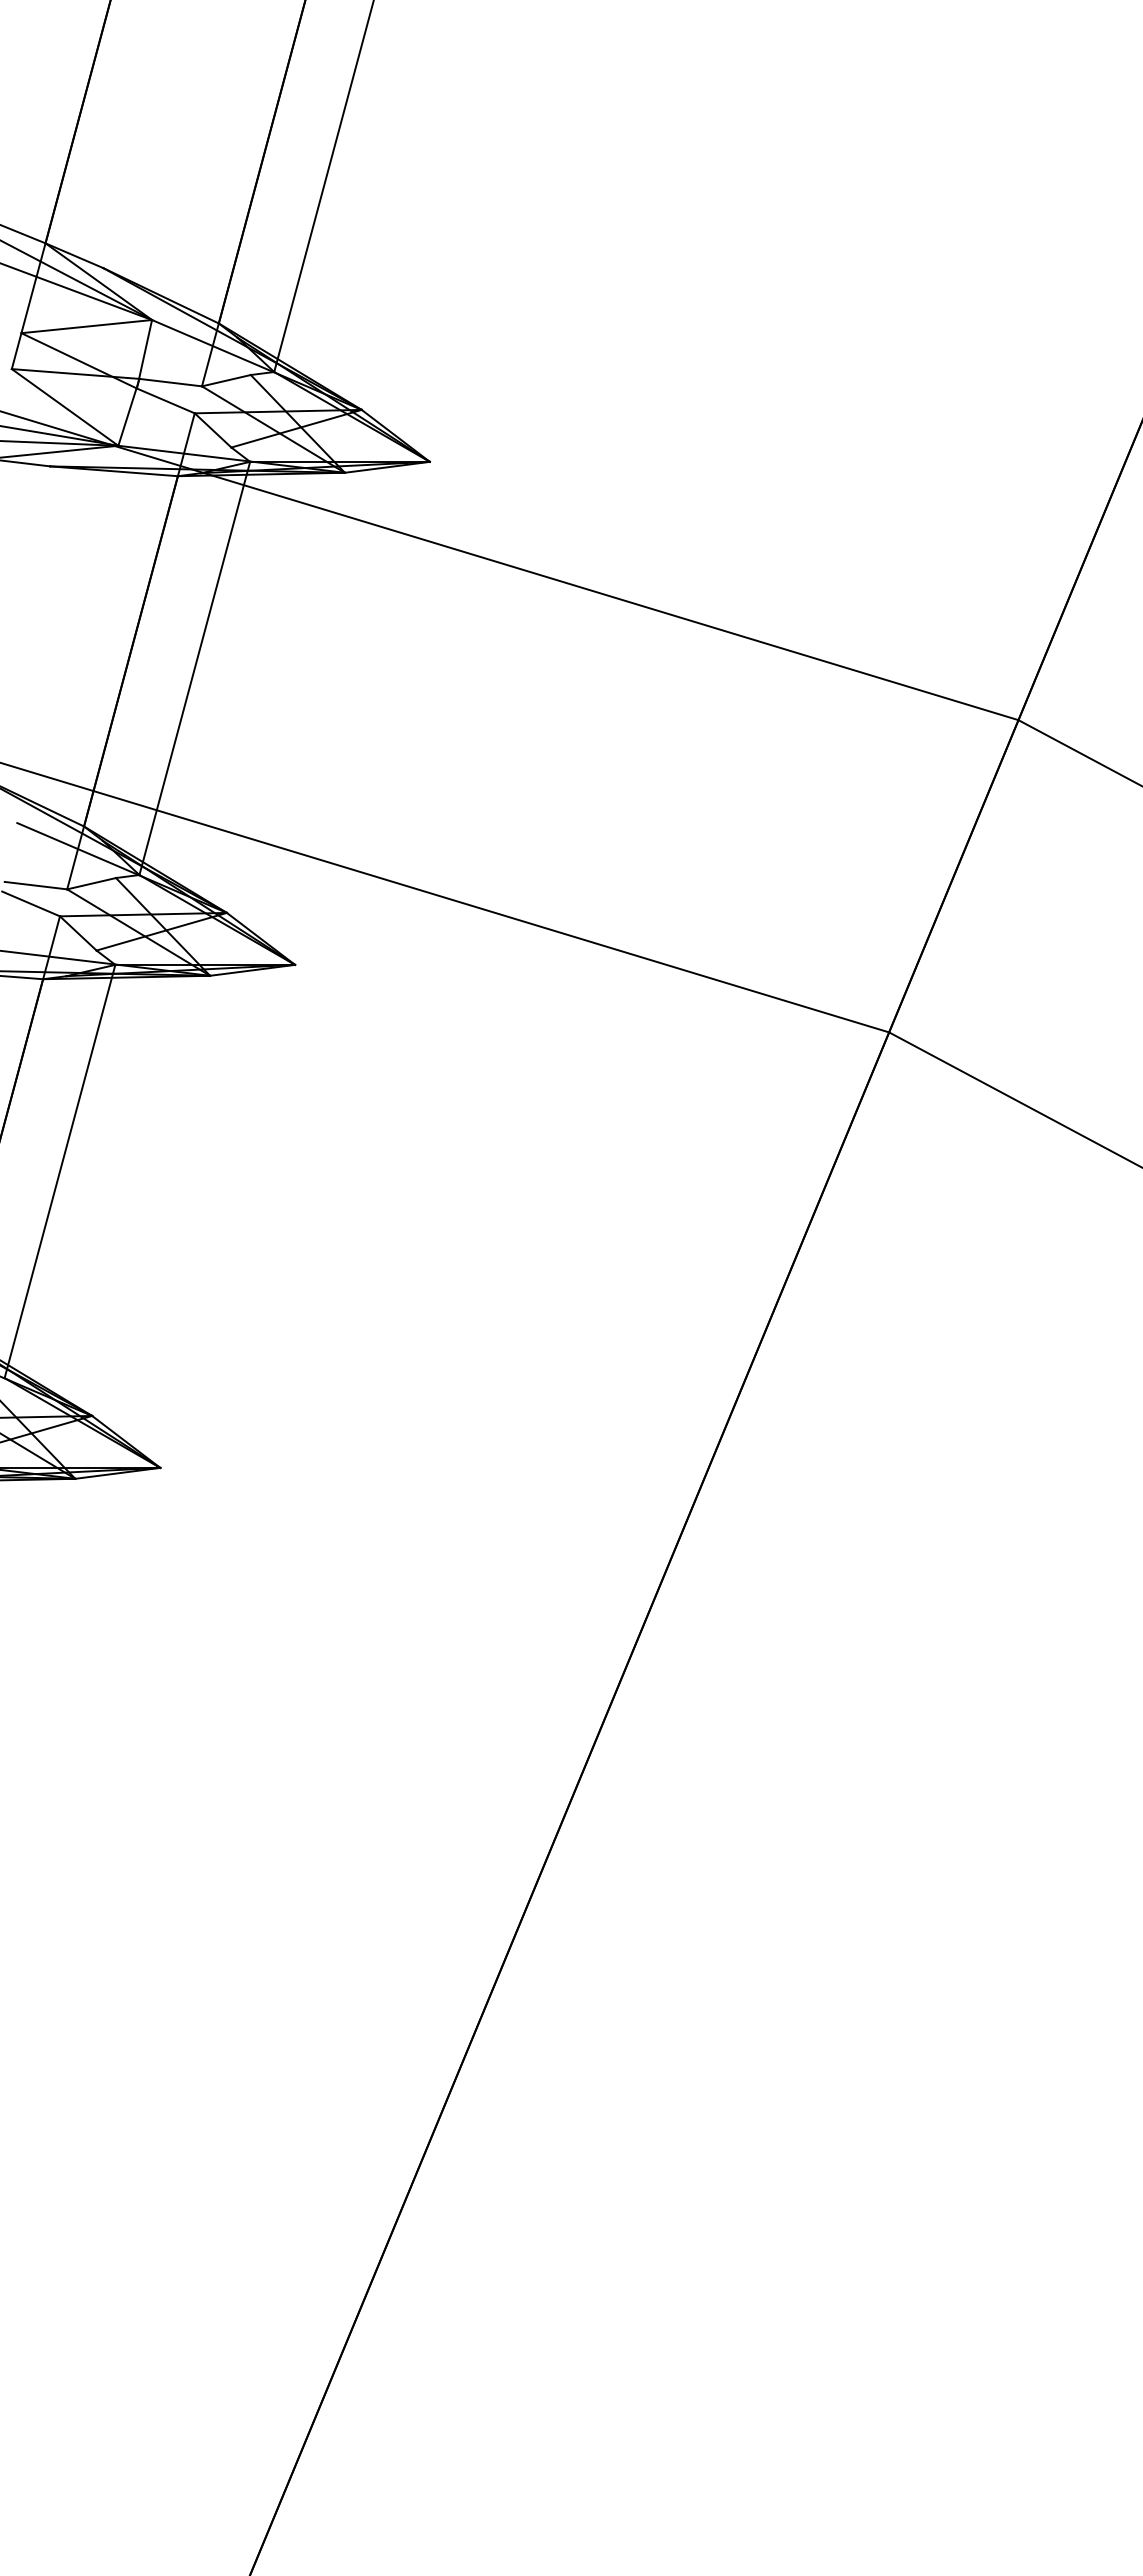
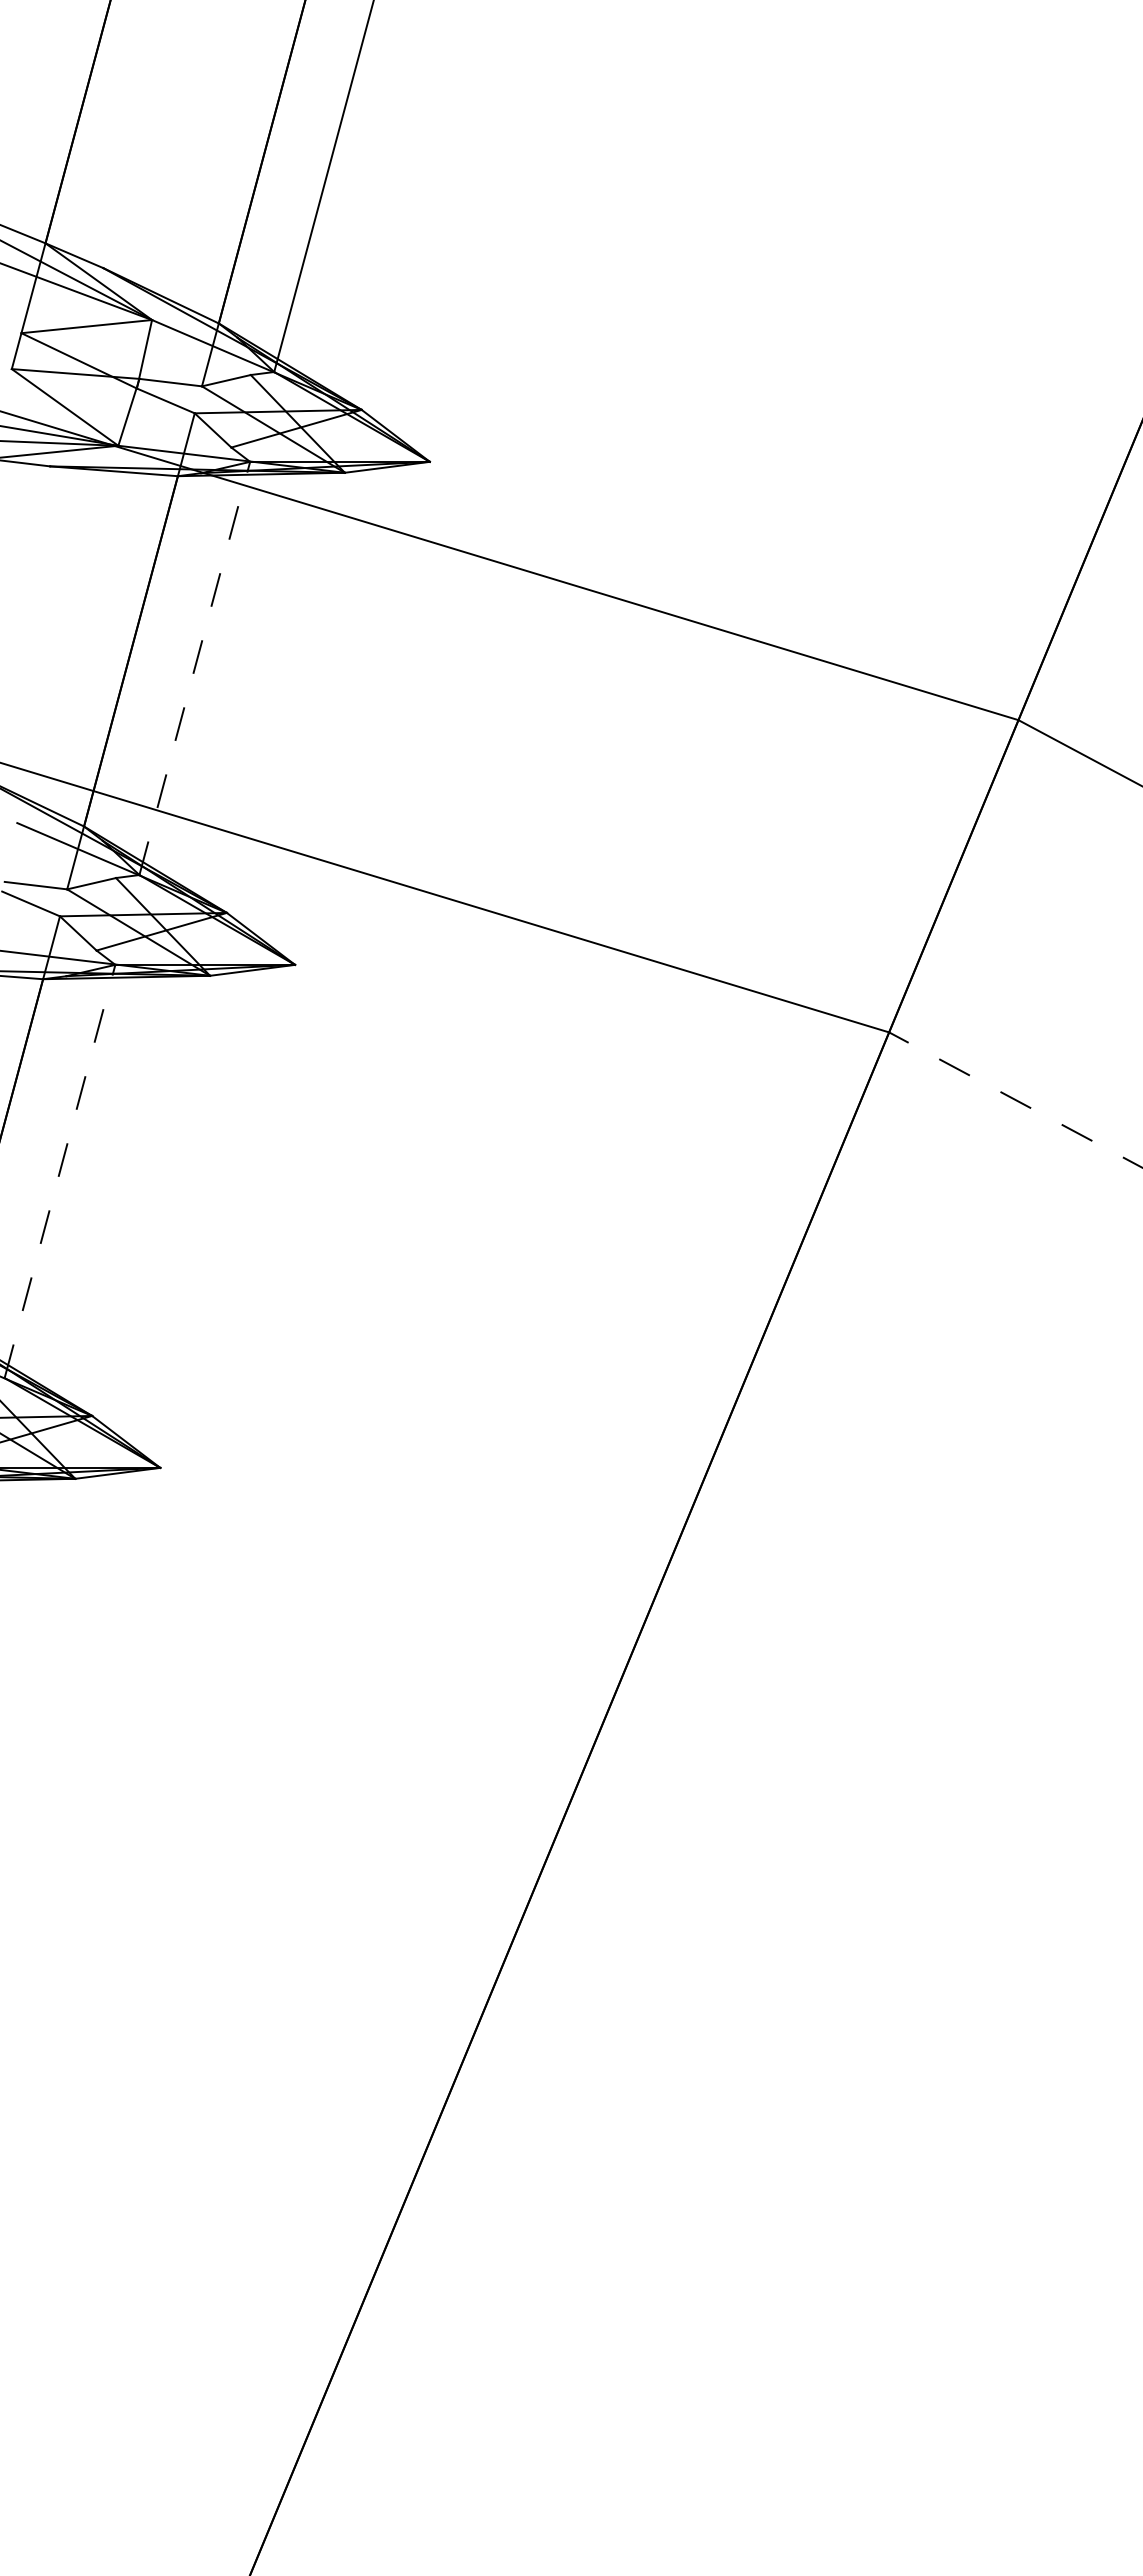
line at (194, 668): solid -> dashed
line at (1015, 1099): solid -> dashed
line at (60, 1171): solid -> dashed
